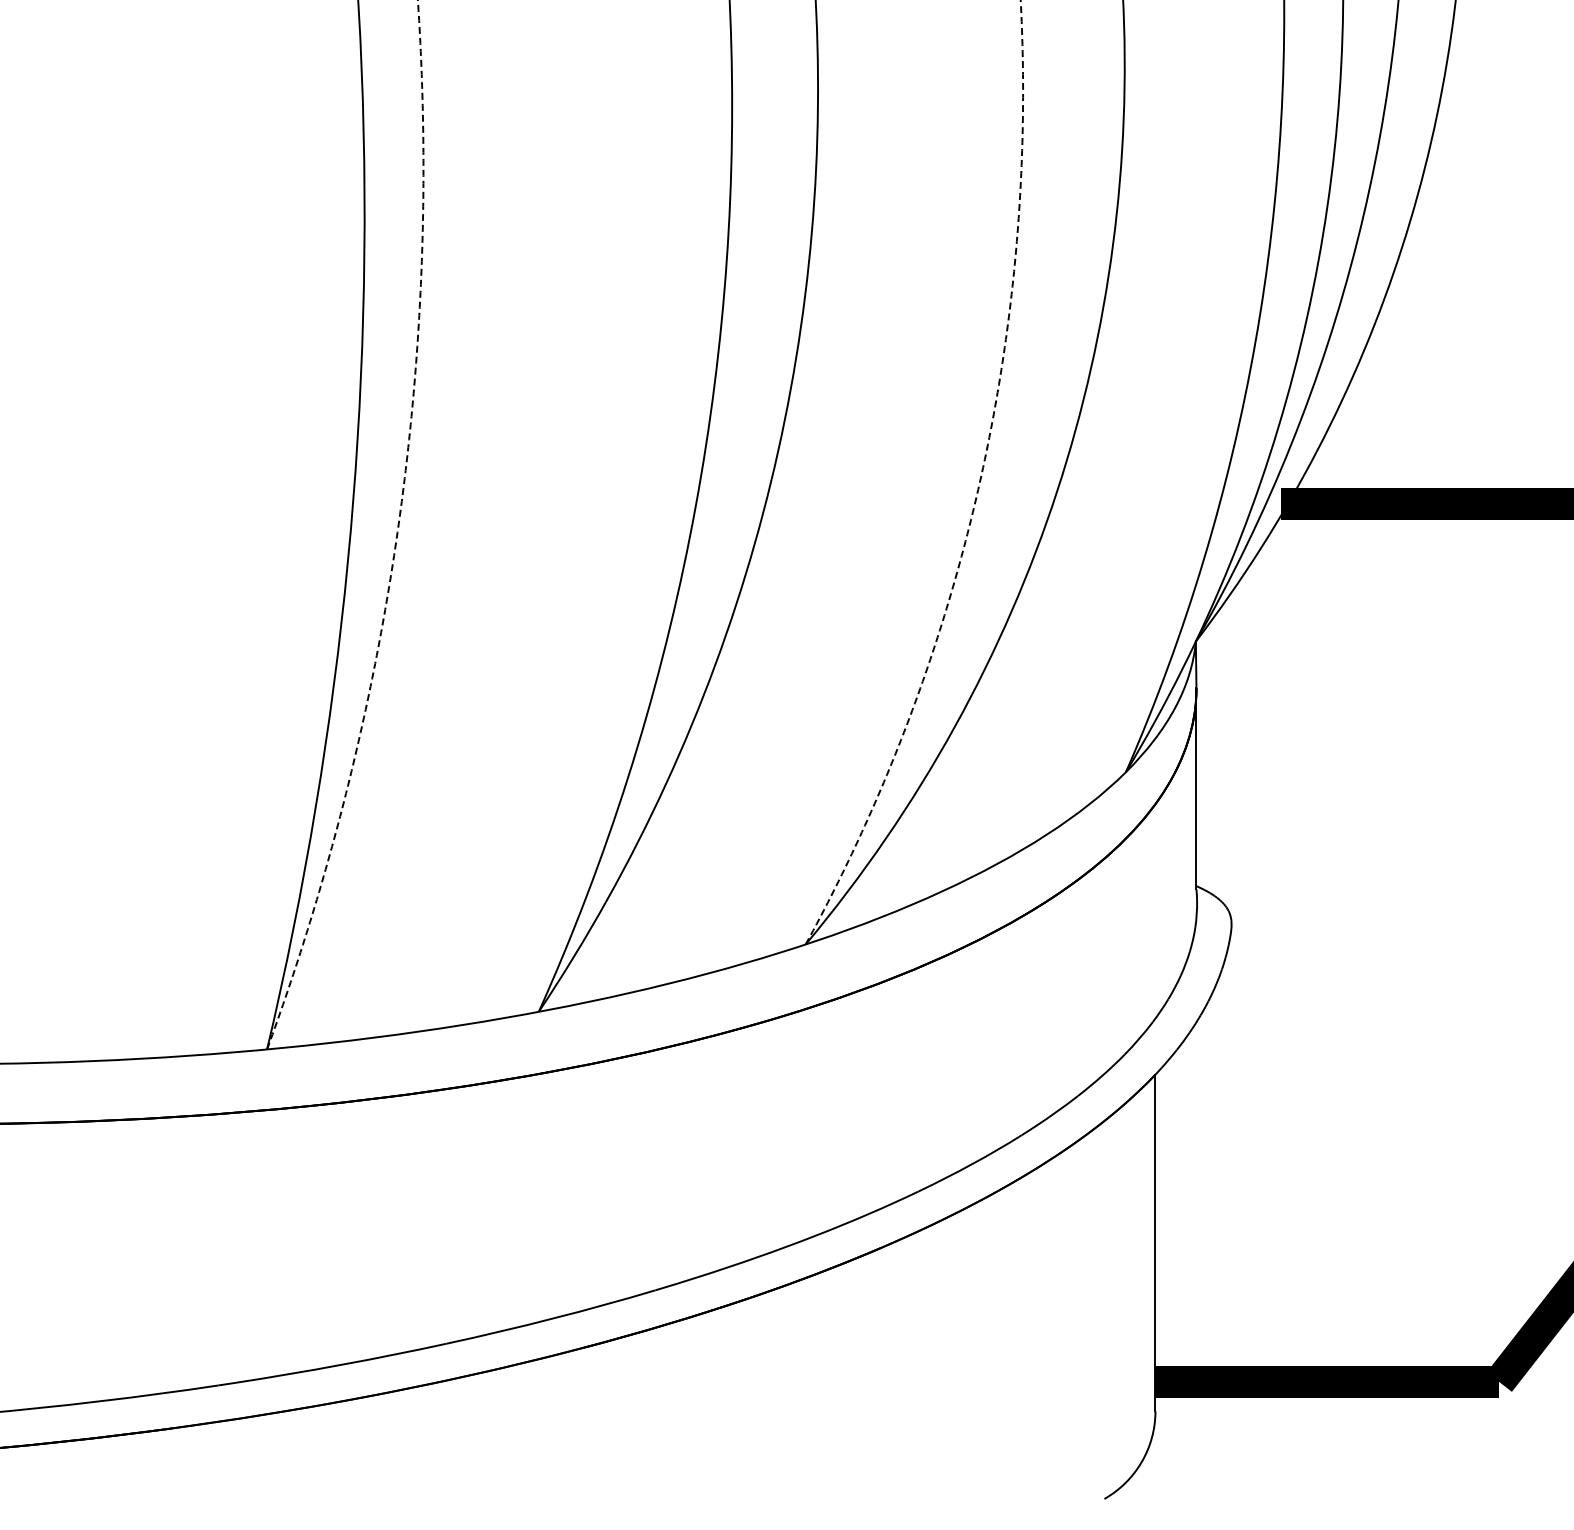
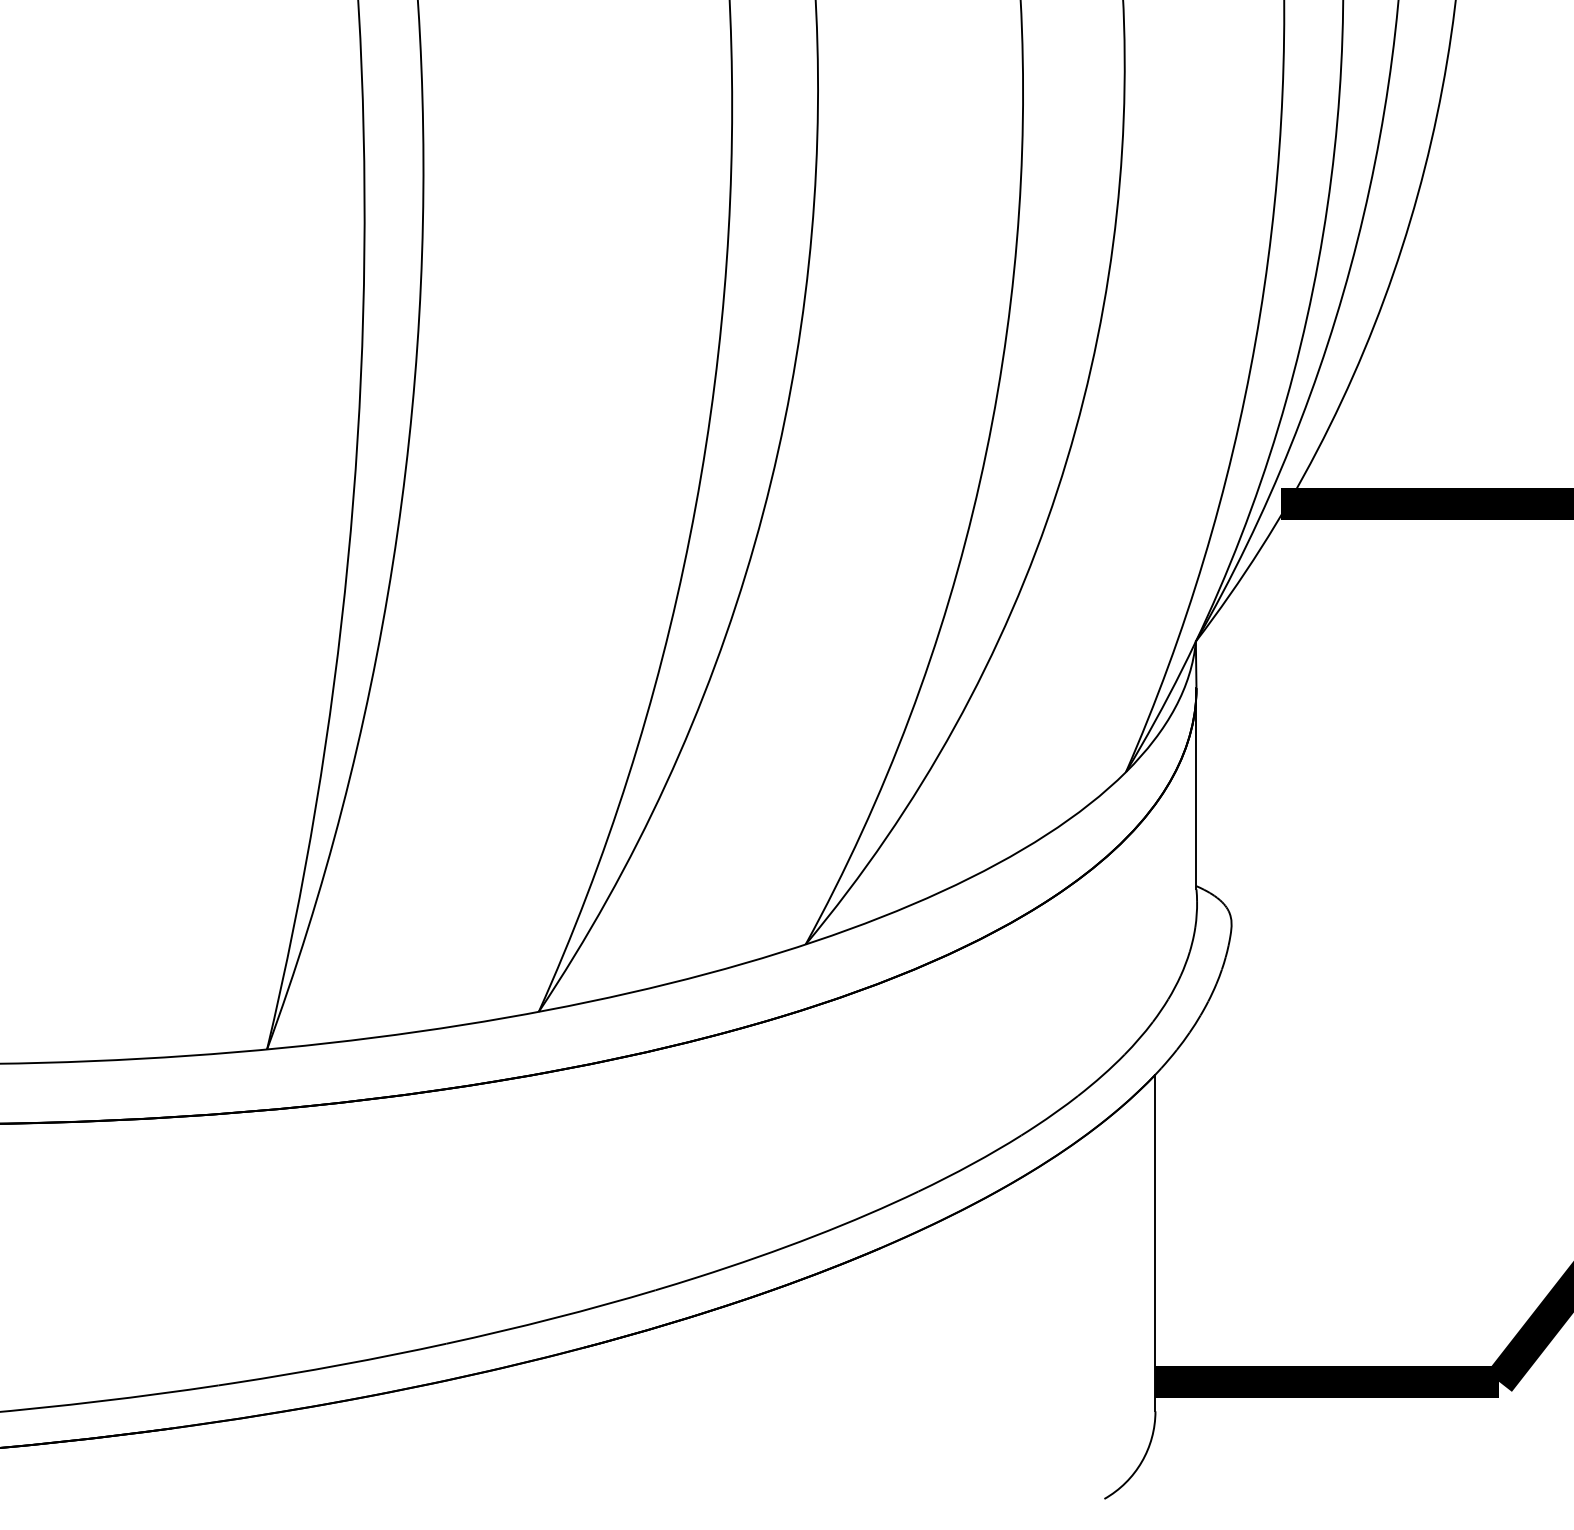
arc at (979, 486): dashed -> solid
arc at (397, 531): dashed -> solid
